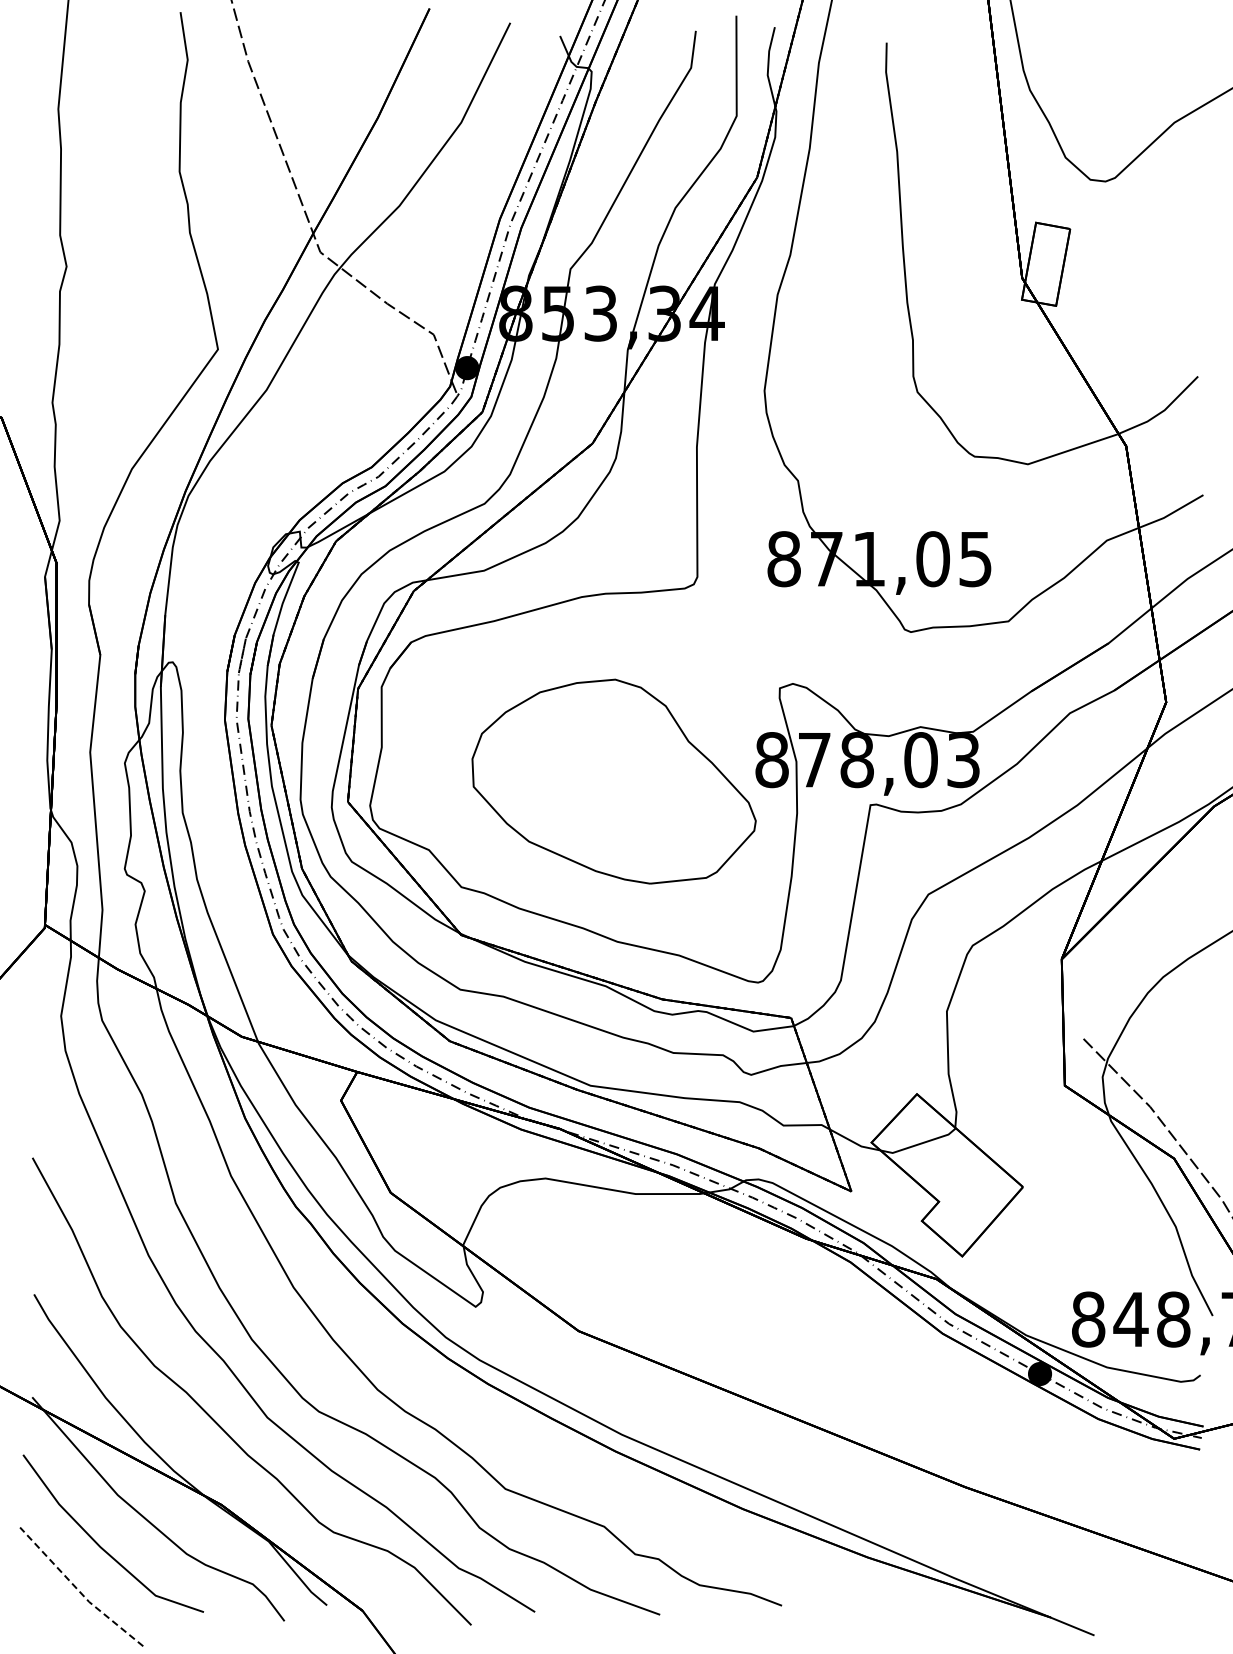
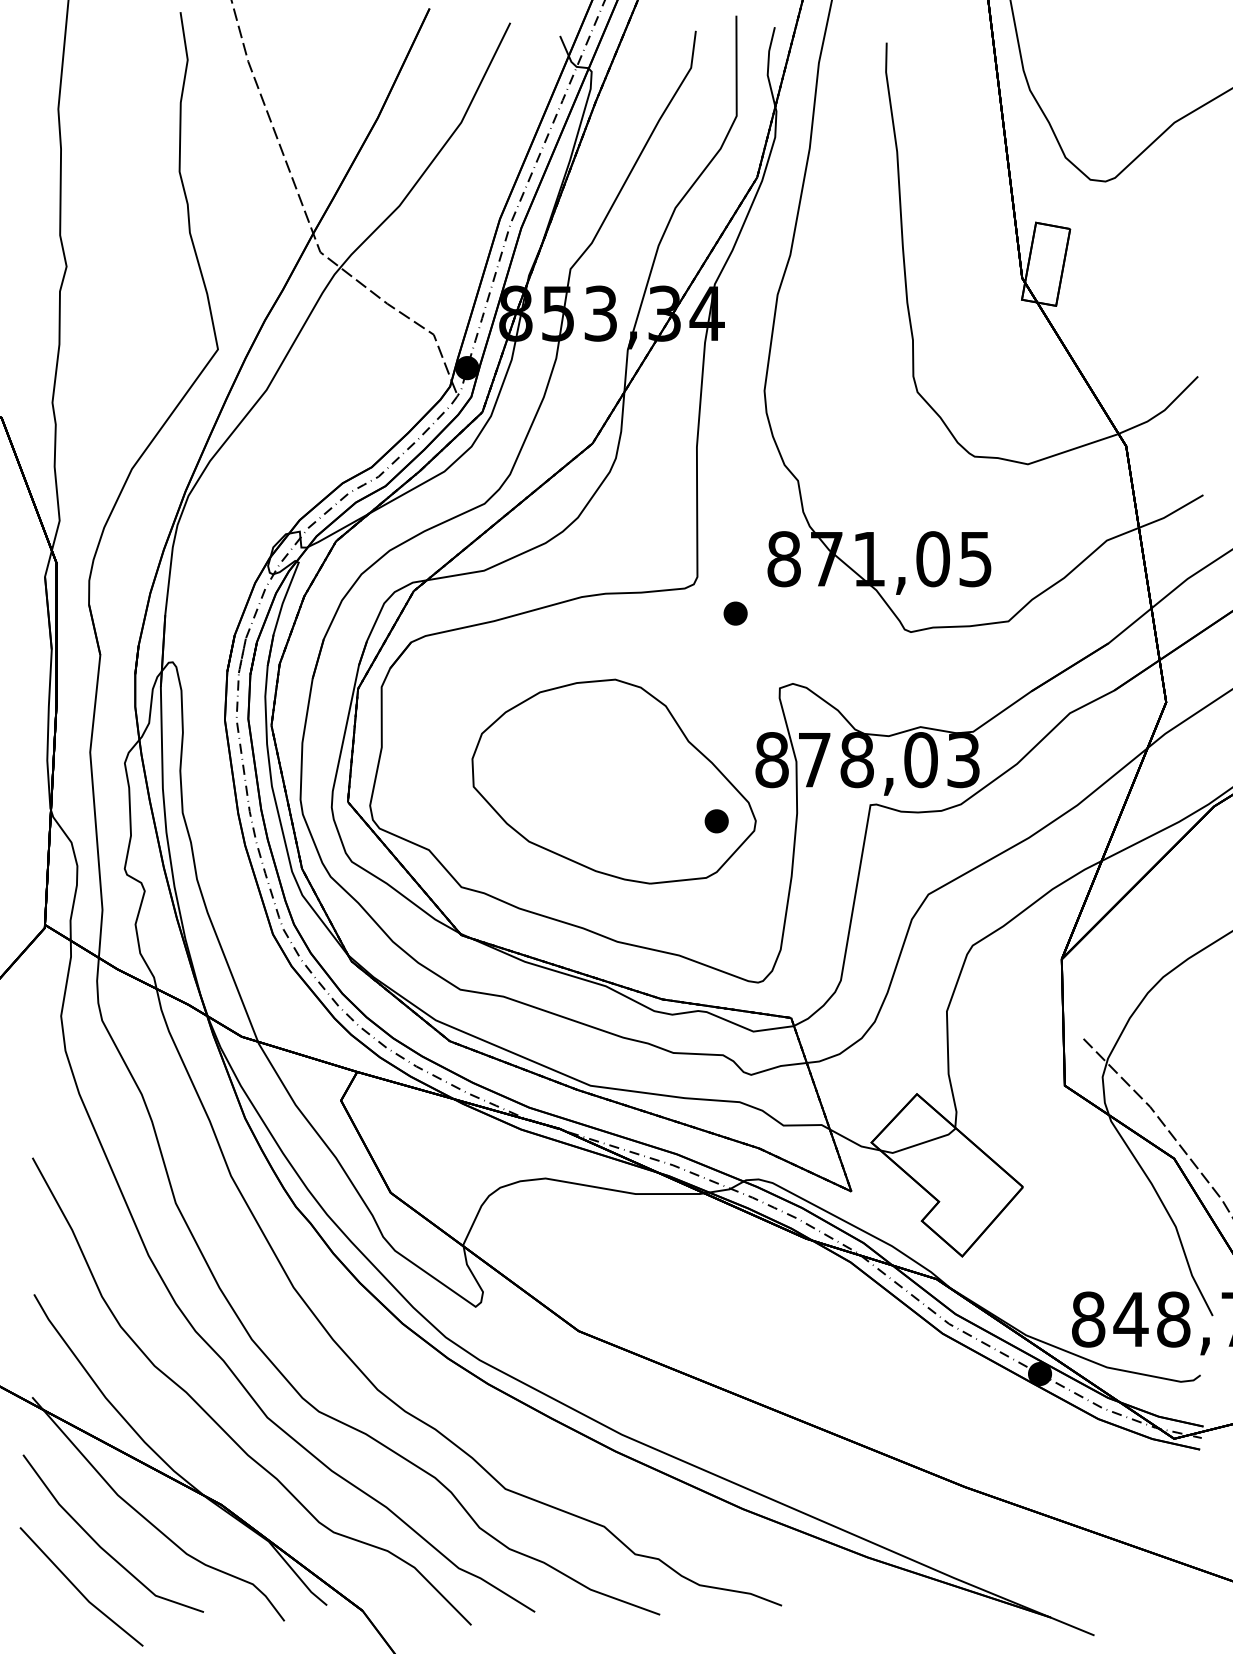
part at (735, 613): none -> present
part at (716, 821): none -> present
line at (78, 1590): dashed -> solid
